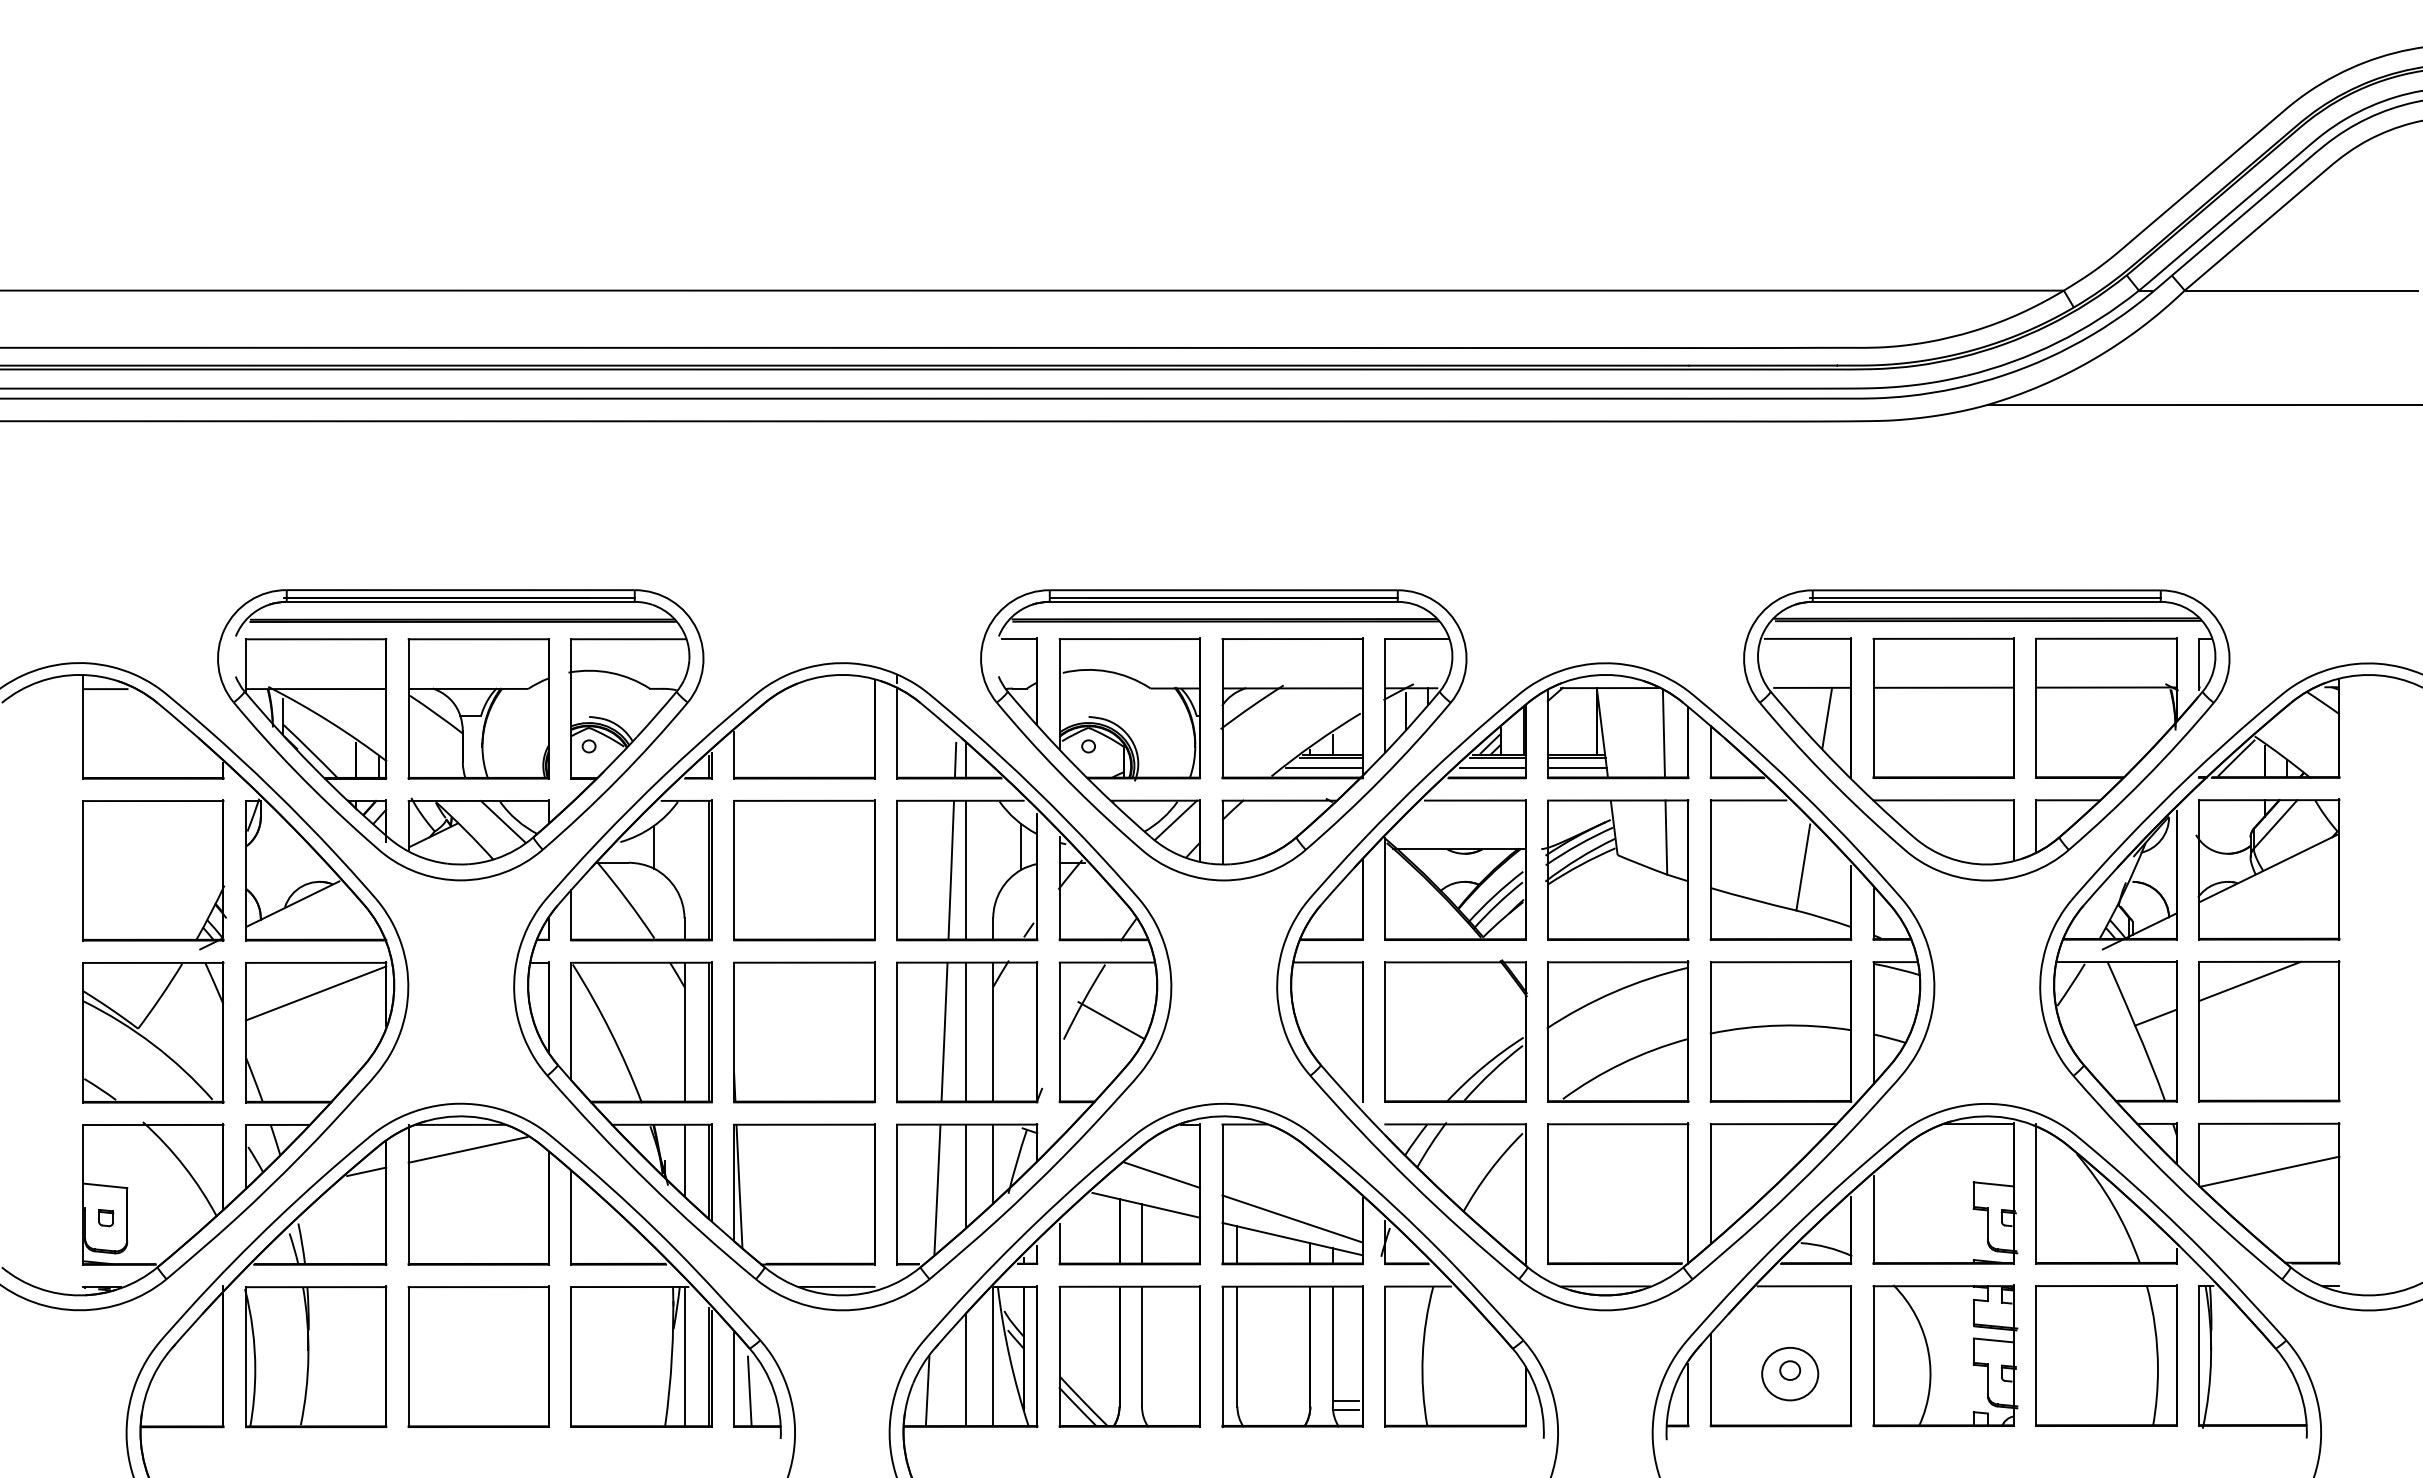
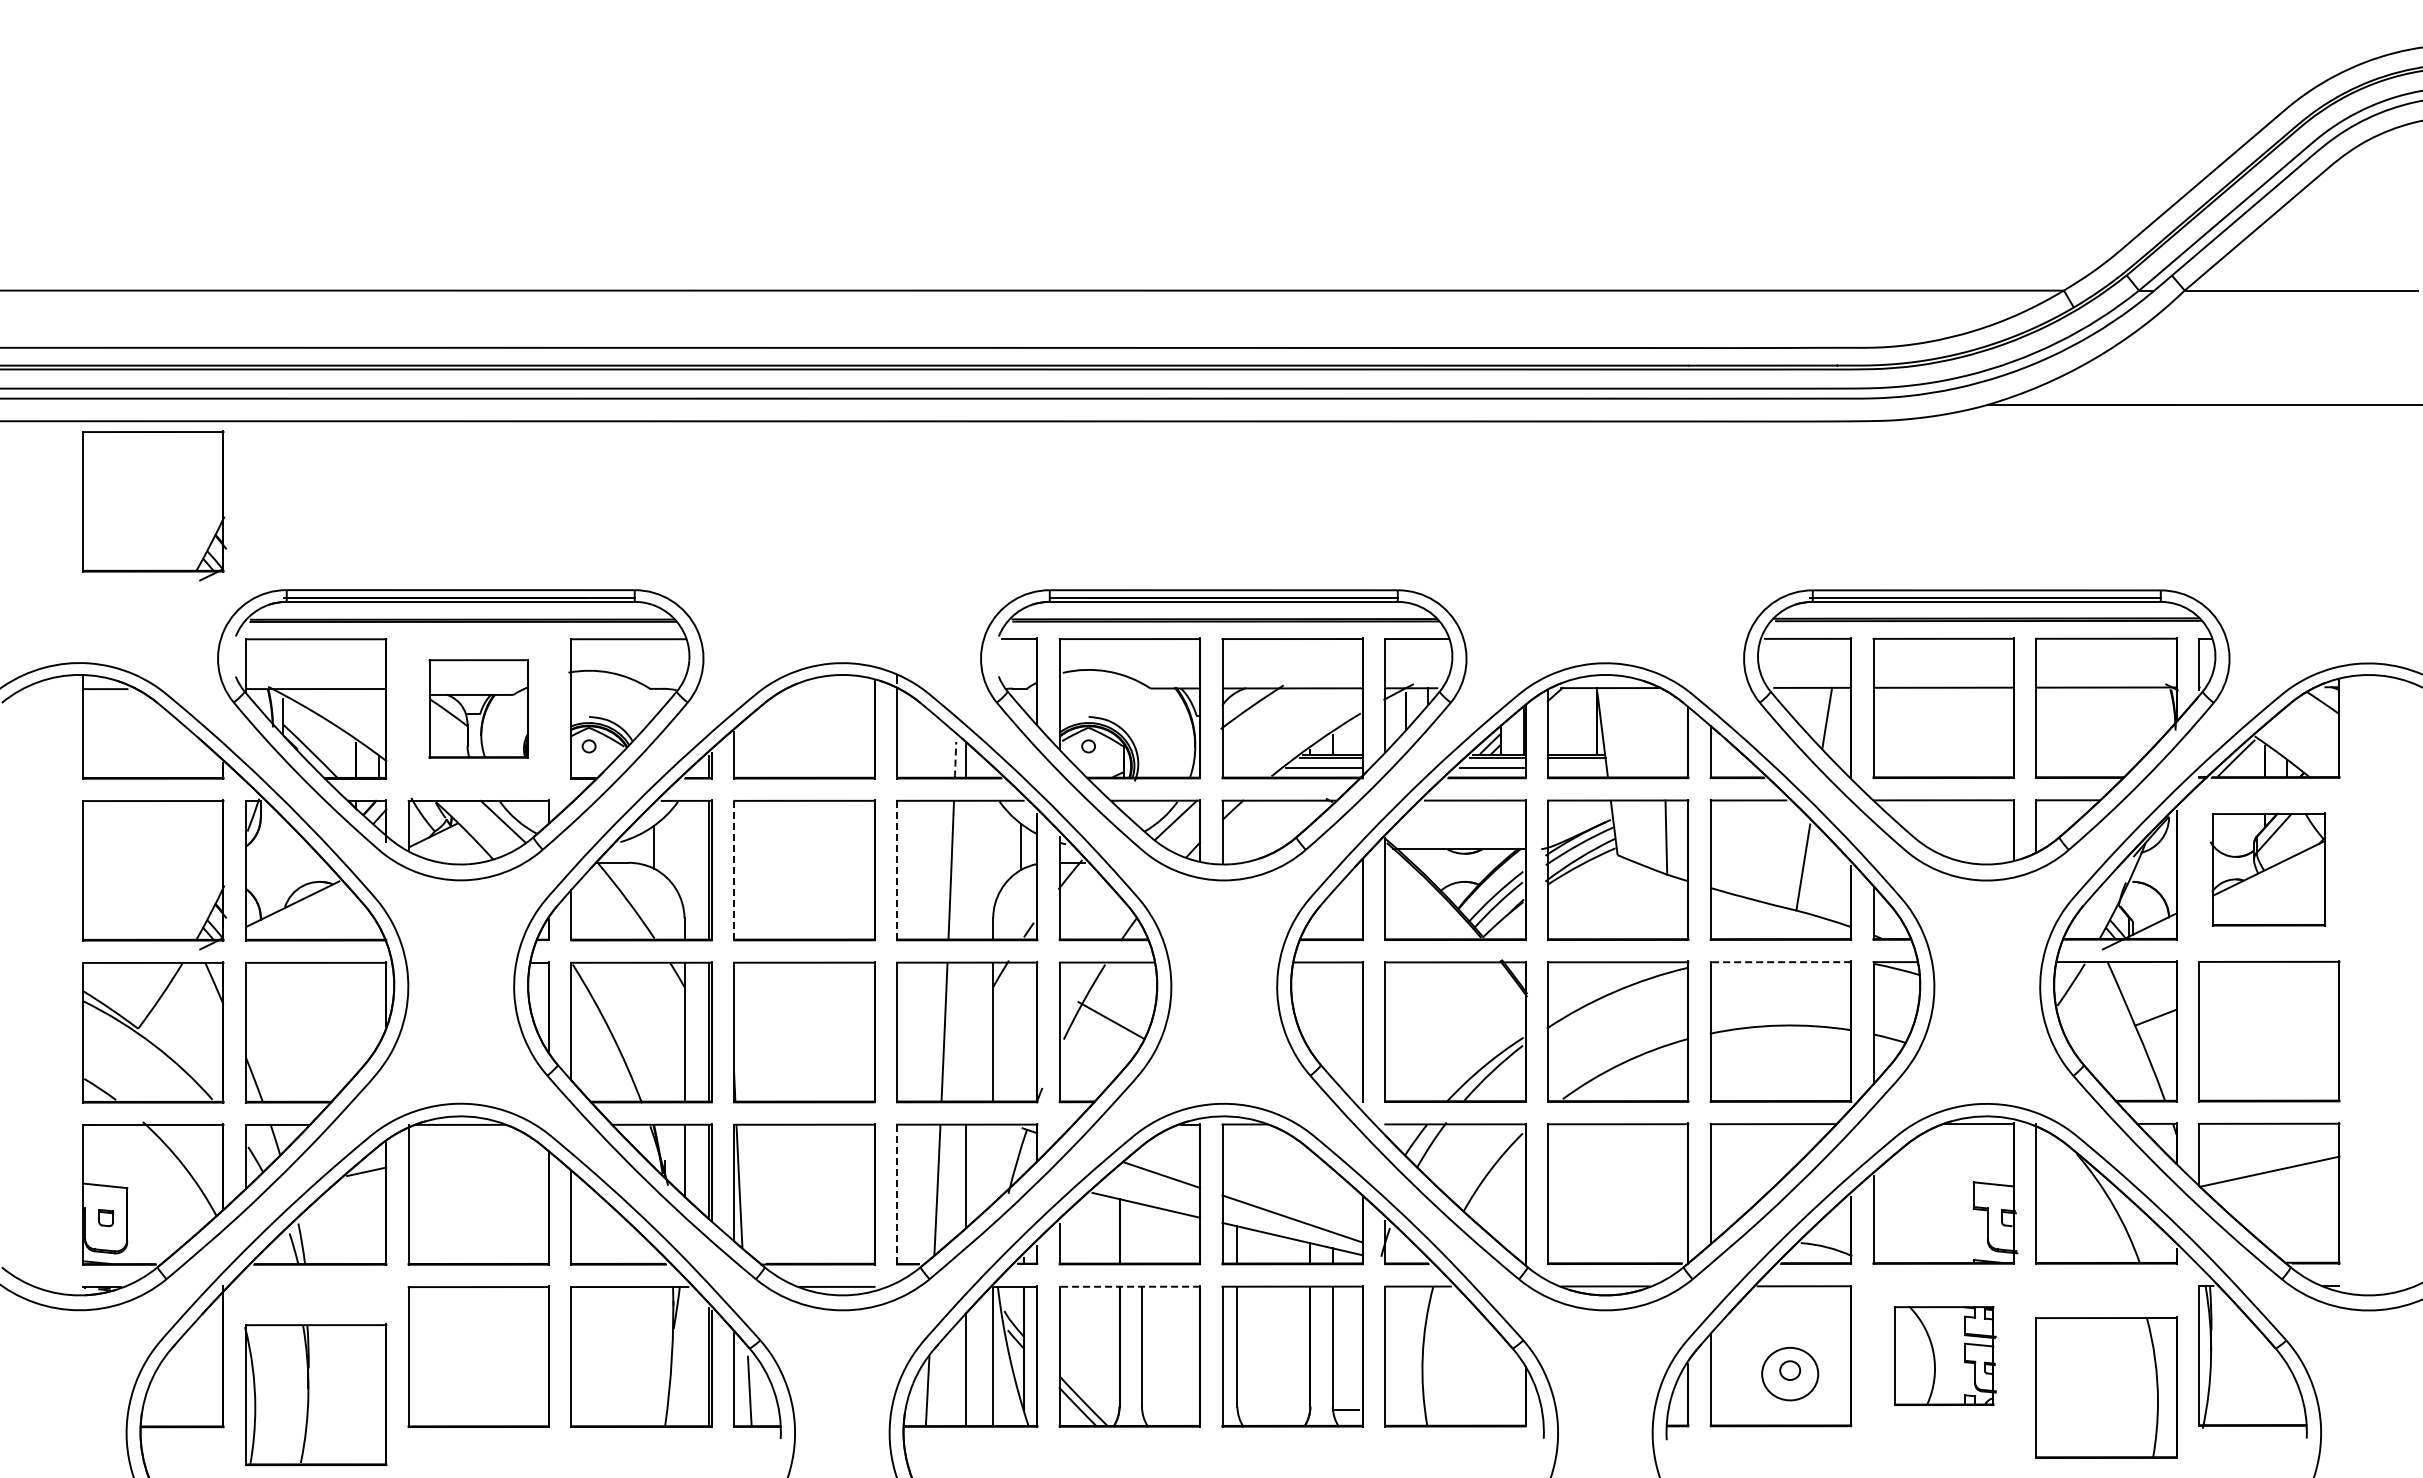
part at (154, 505): none -> present
part at (478, 708) size: 143x142 px -> 101x100 px
line at (1663, 733): present -> none
arc at (955, 759): solid -> dashed
line at (1577, 767): present -> none
line at (966, 869): present -> none
part at (2267, 869) size: 146x143 px -> 118x115 px
line at (734, 870): solid -> dashed
line at (896, 870): solid -> dashed
line at (1780, 962): solid -> dashed
line at (2249, 981): present -> none
line at (315, 993): present -> none
line at (966, 1031): present -> none
line at (467, 1149): present -> none
line at (993, 1163): present -> none
line at (896, 1194): solid -> dashed
line at (1142, 1233): present -> none
line at (1129, 1286): solid -> dashed
part at (1945, 1355) size: 147x144 px -> 103x100 px
part at (2106, 1355) position: (2106, 1355) -> (2106, 1387)
part at (315, 1356) position: (315, 1356) -> (315, 1394)
line at (684, 1356): present -> none
line at (1345, 1401): present -> none
